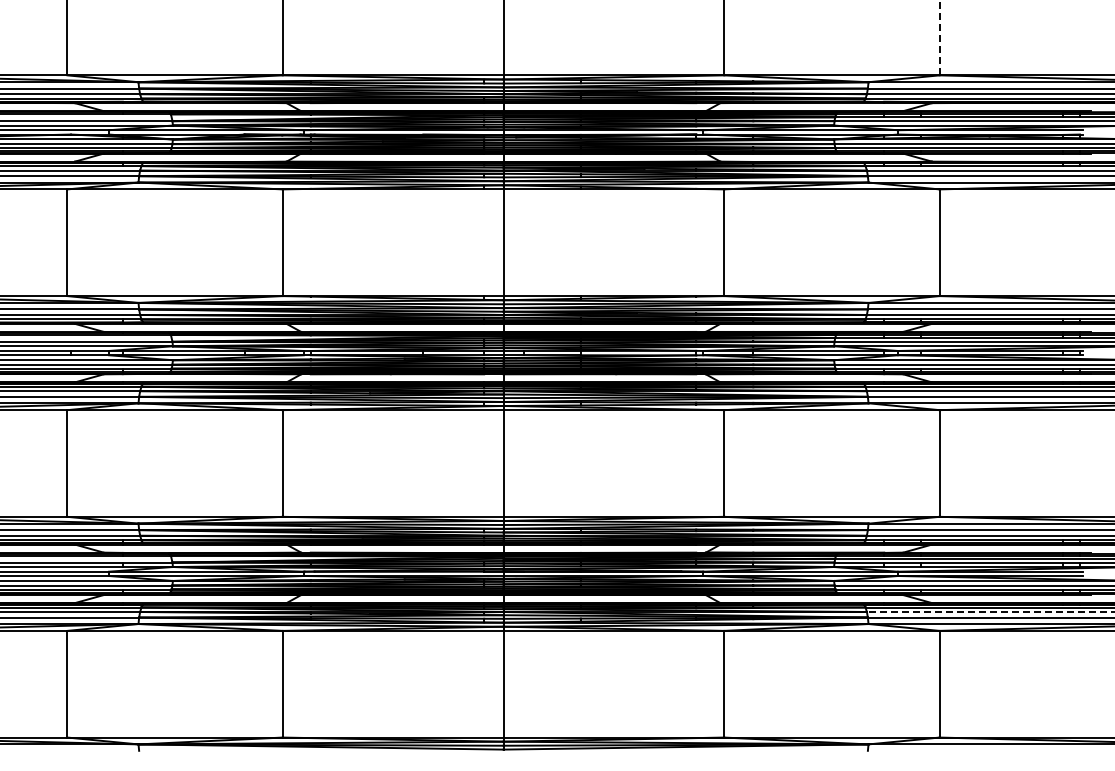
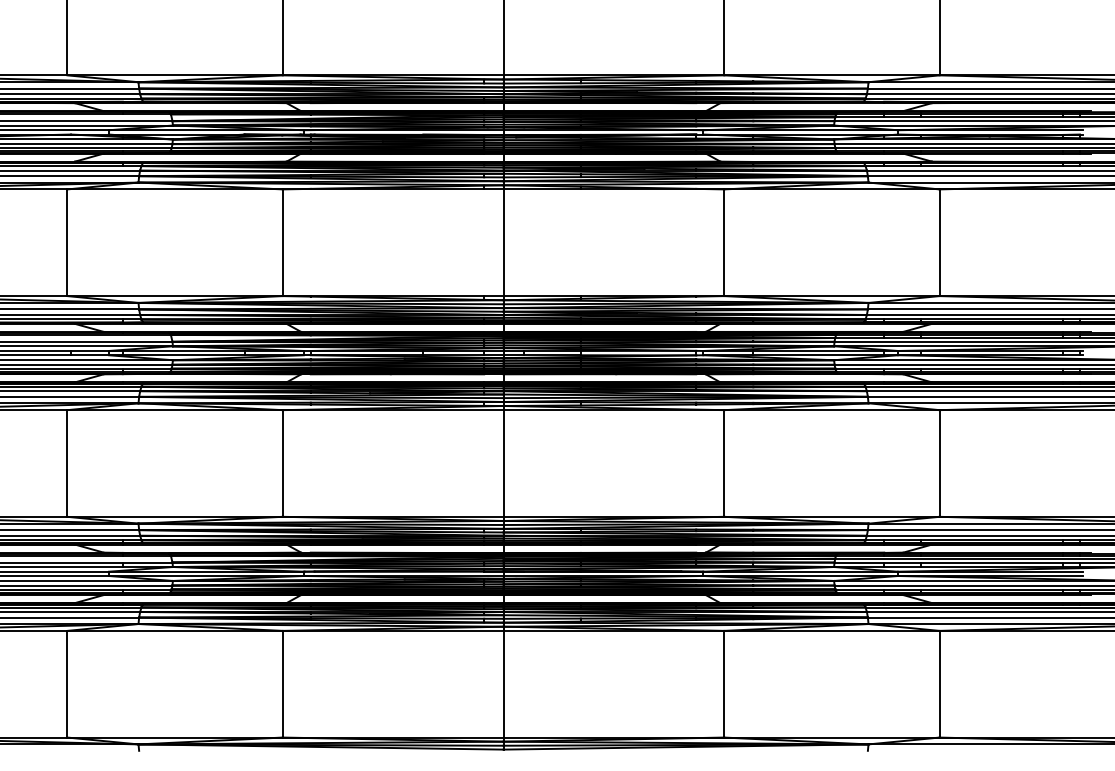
line at (939, 37): dashed -> solid
line at (990, 612): dashed -> solid
